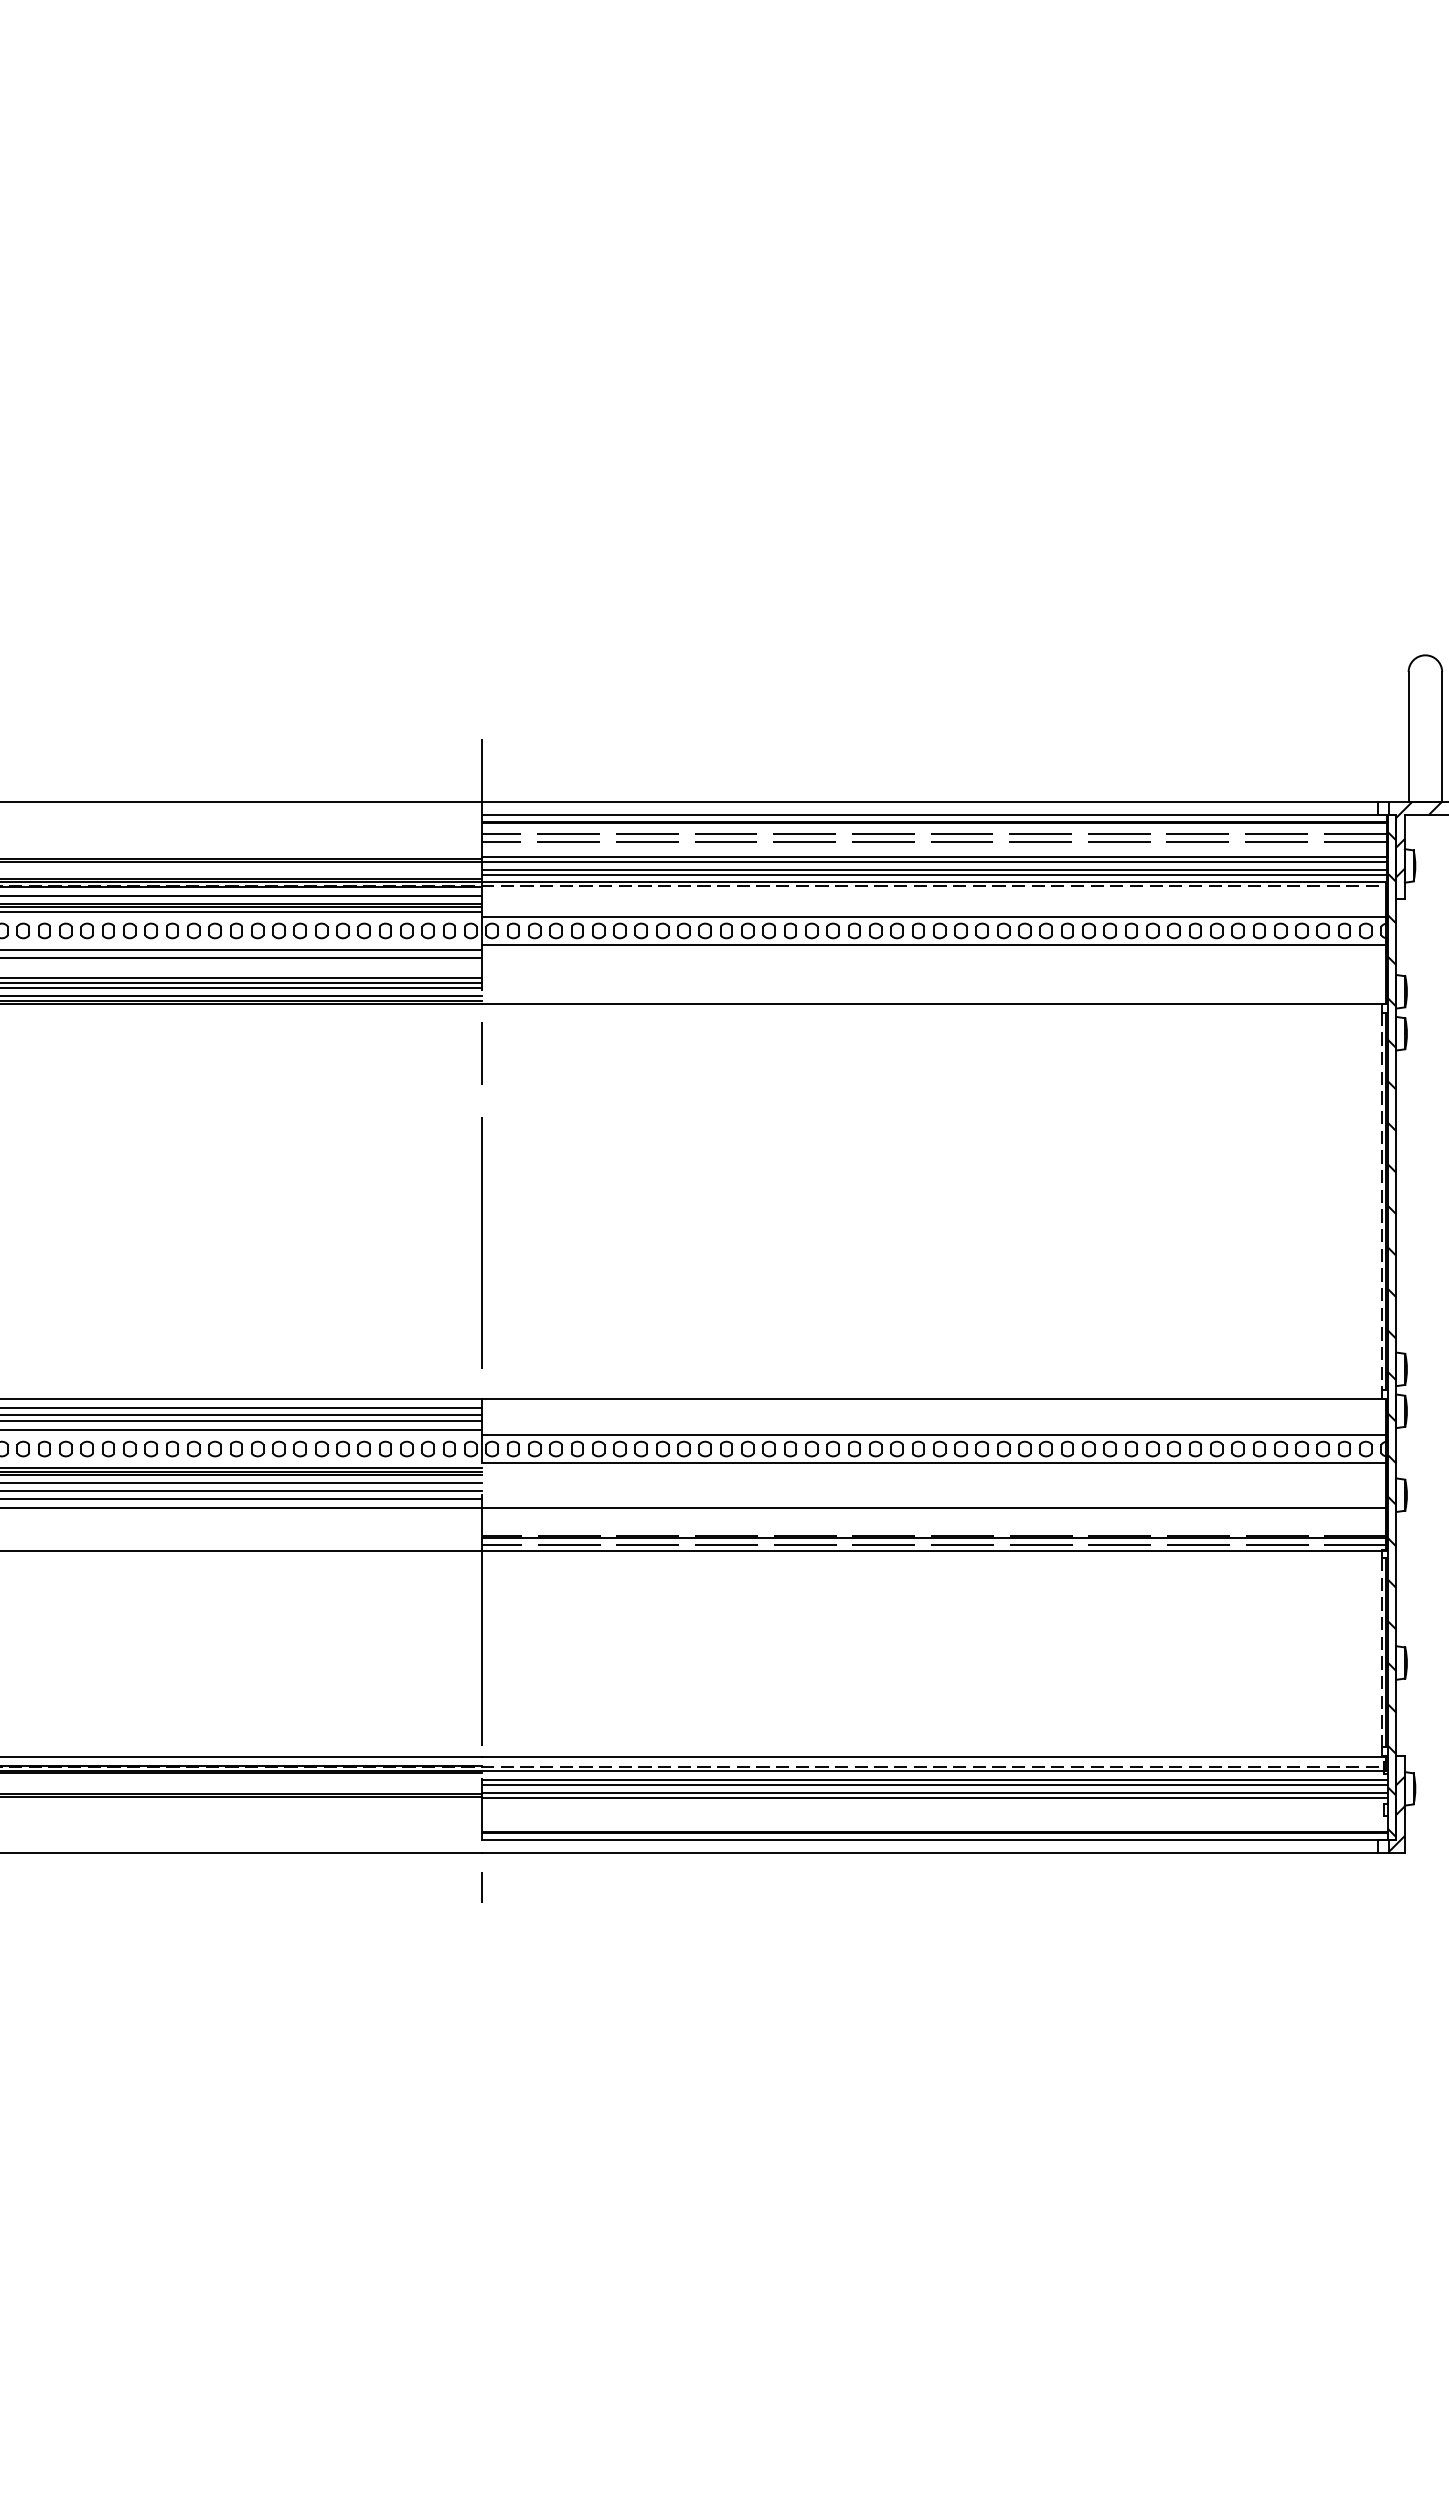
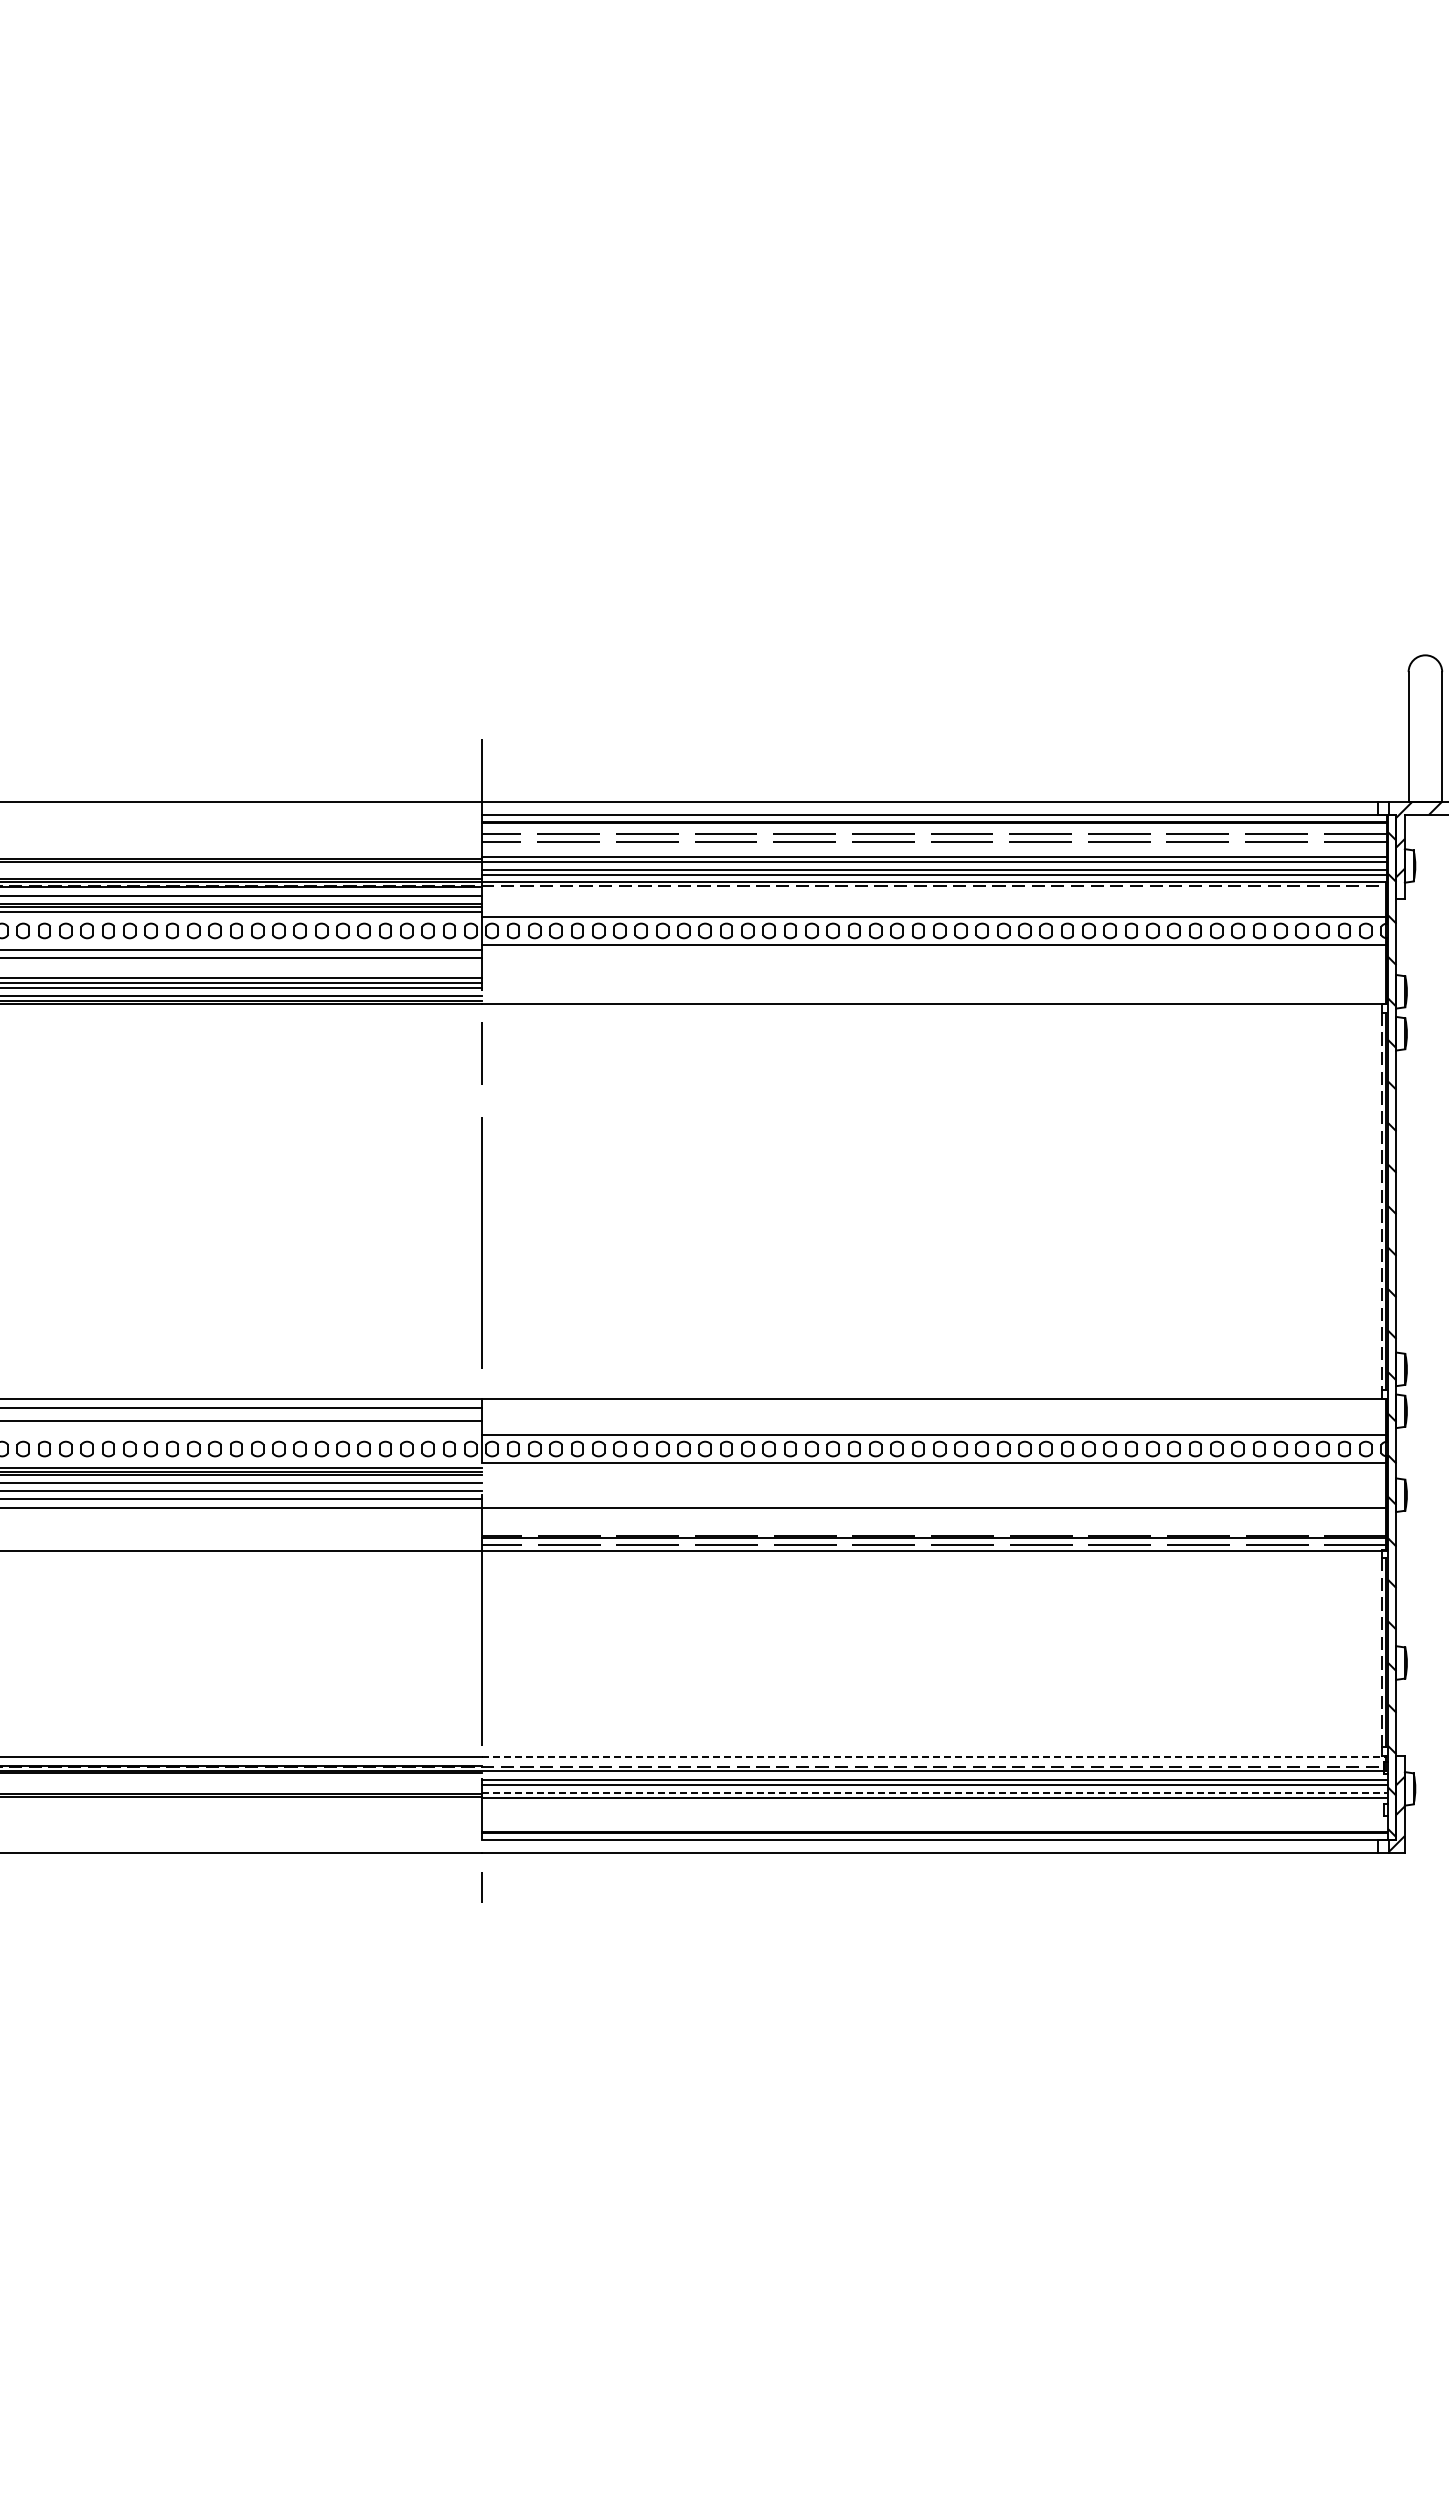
line at (241, 1415): present -> none
line at (241, 1429): present -> none
line at (934, 1757): solid -> dashed
line at (934, 1793): solid -> dashed
